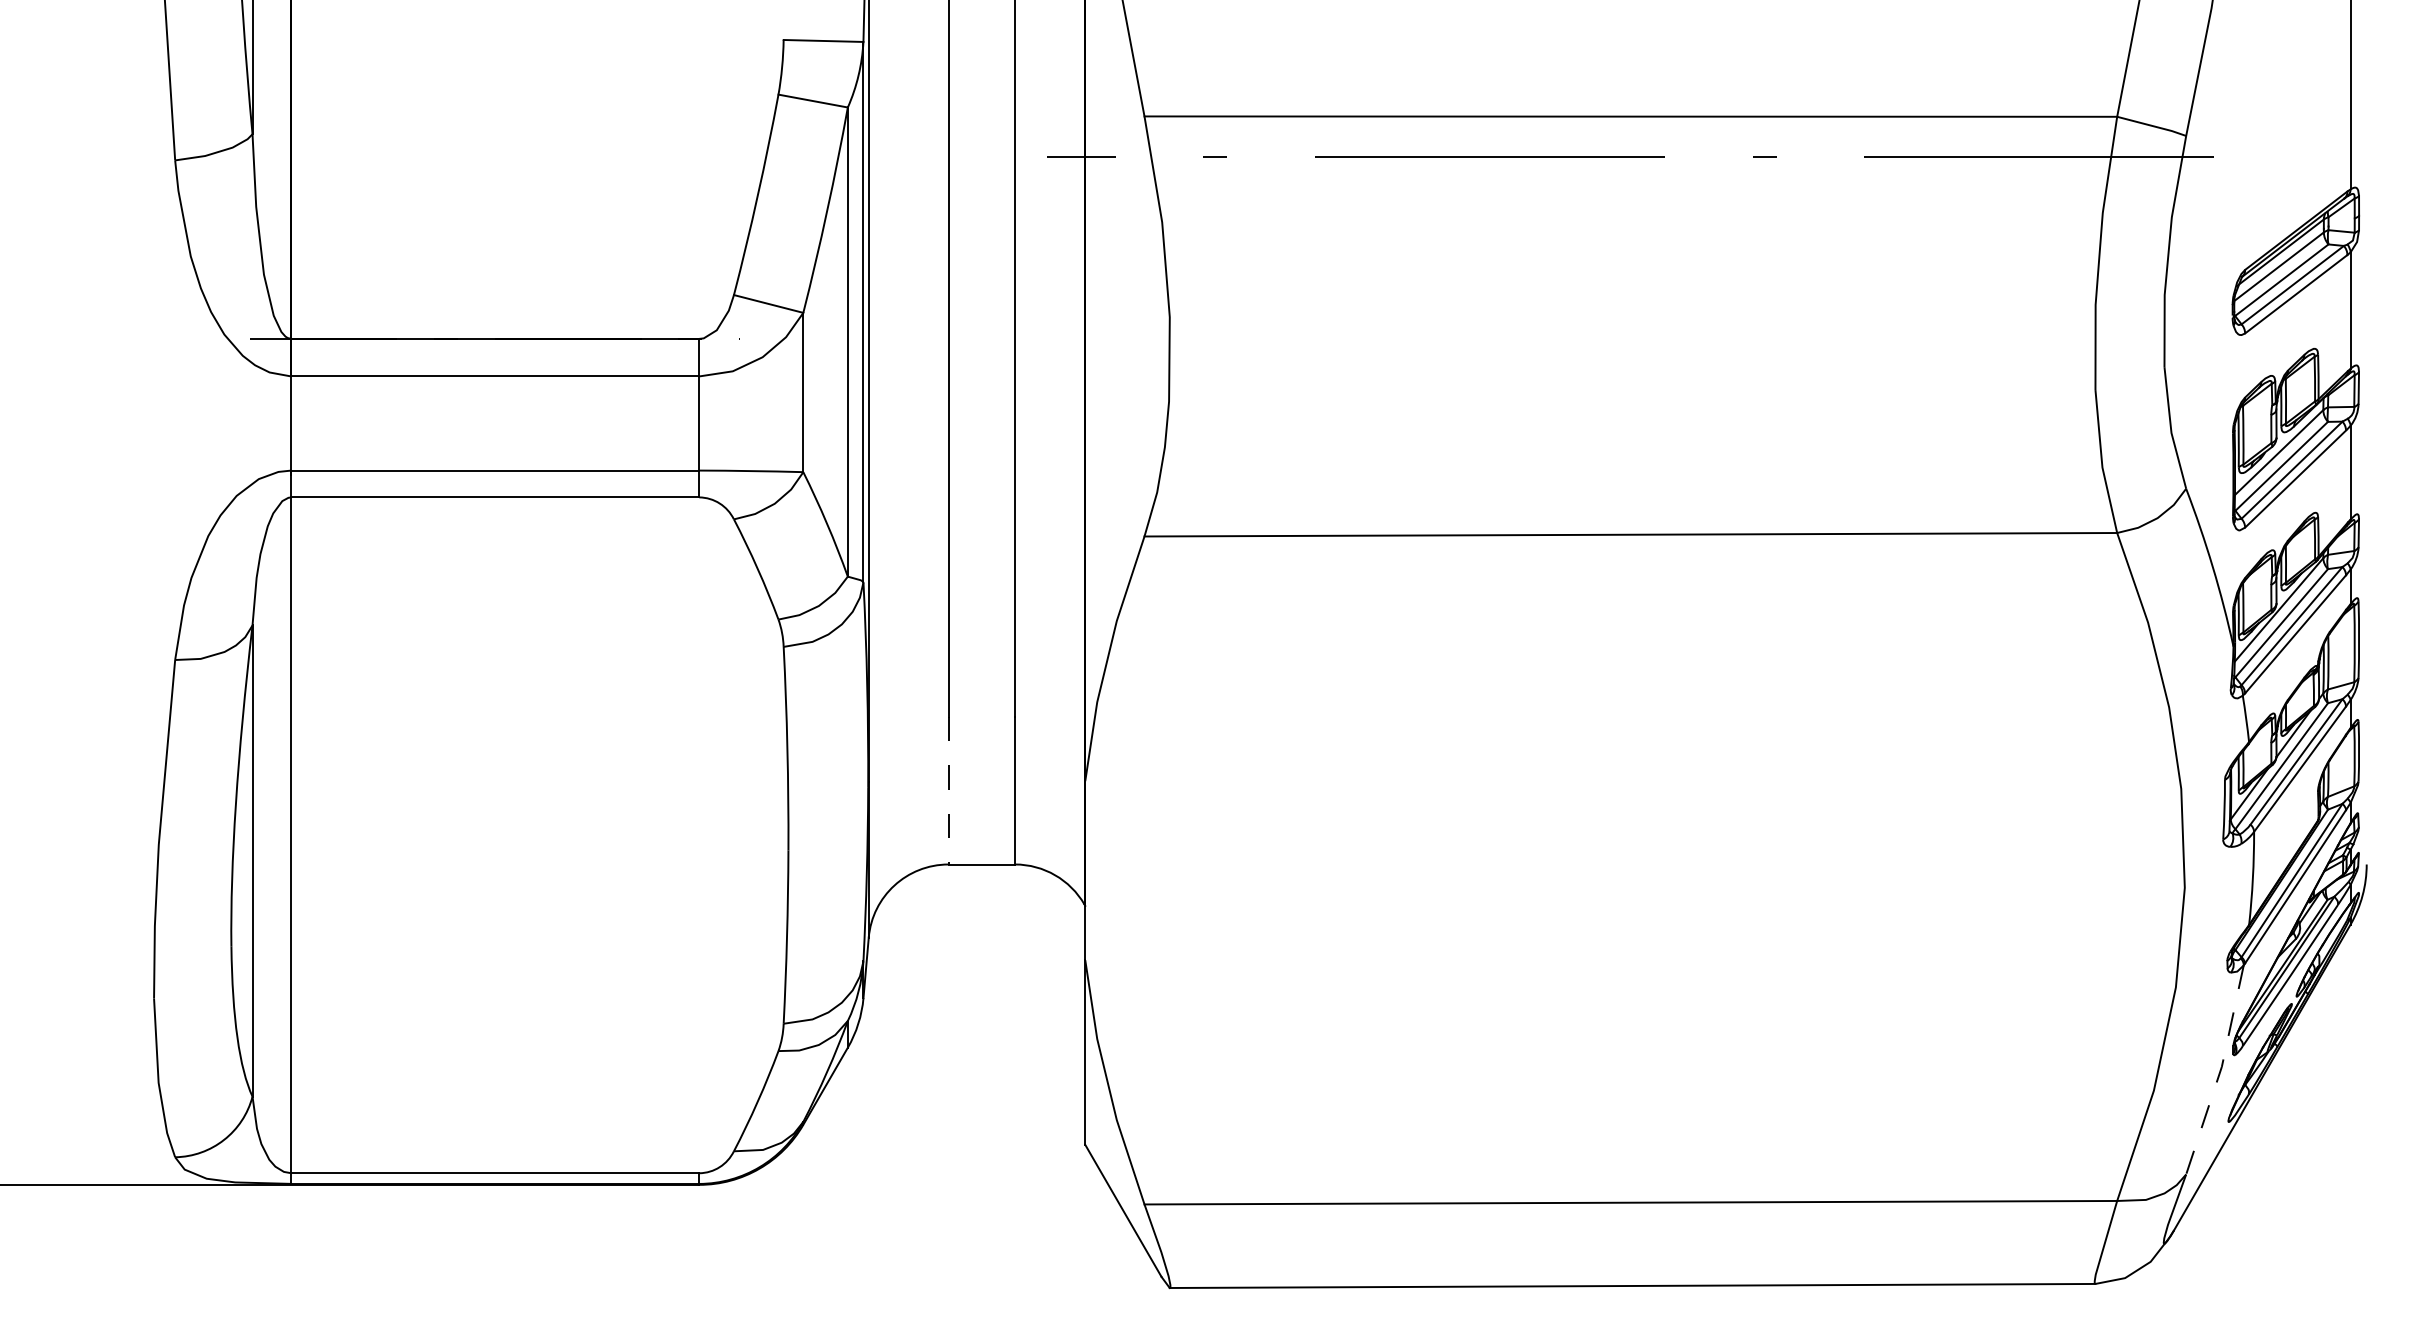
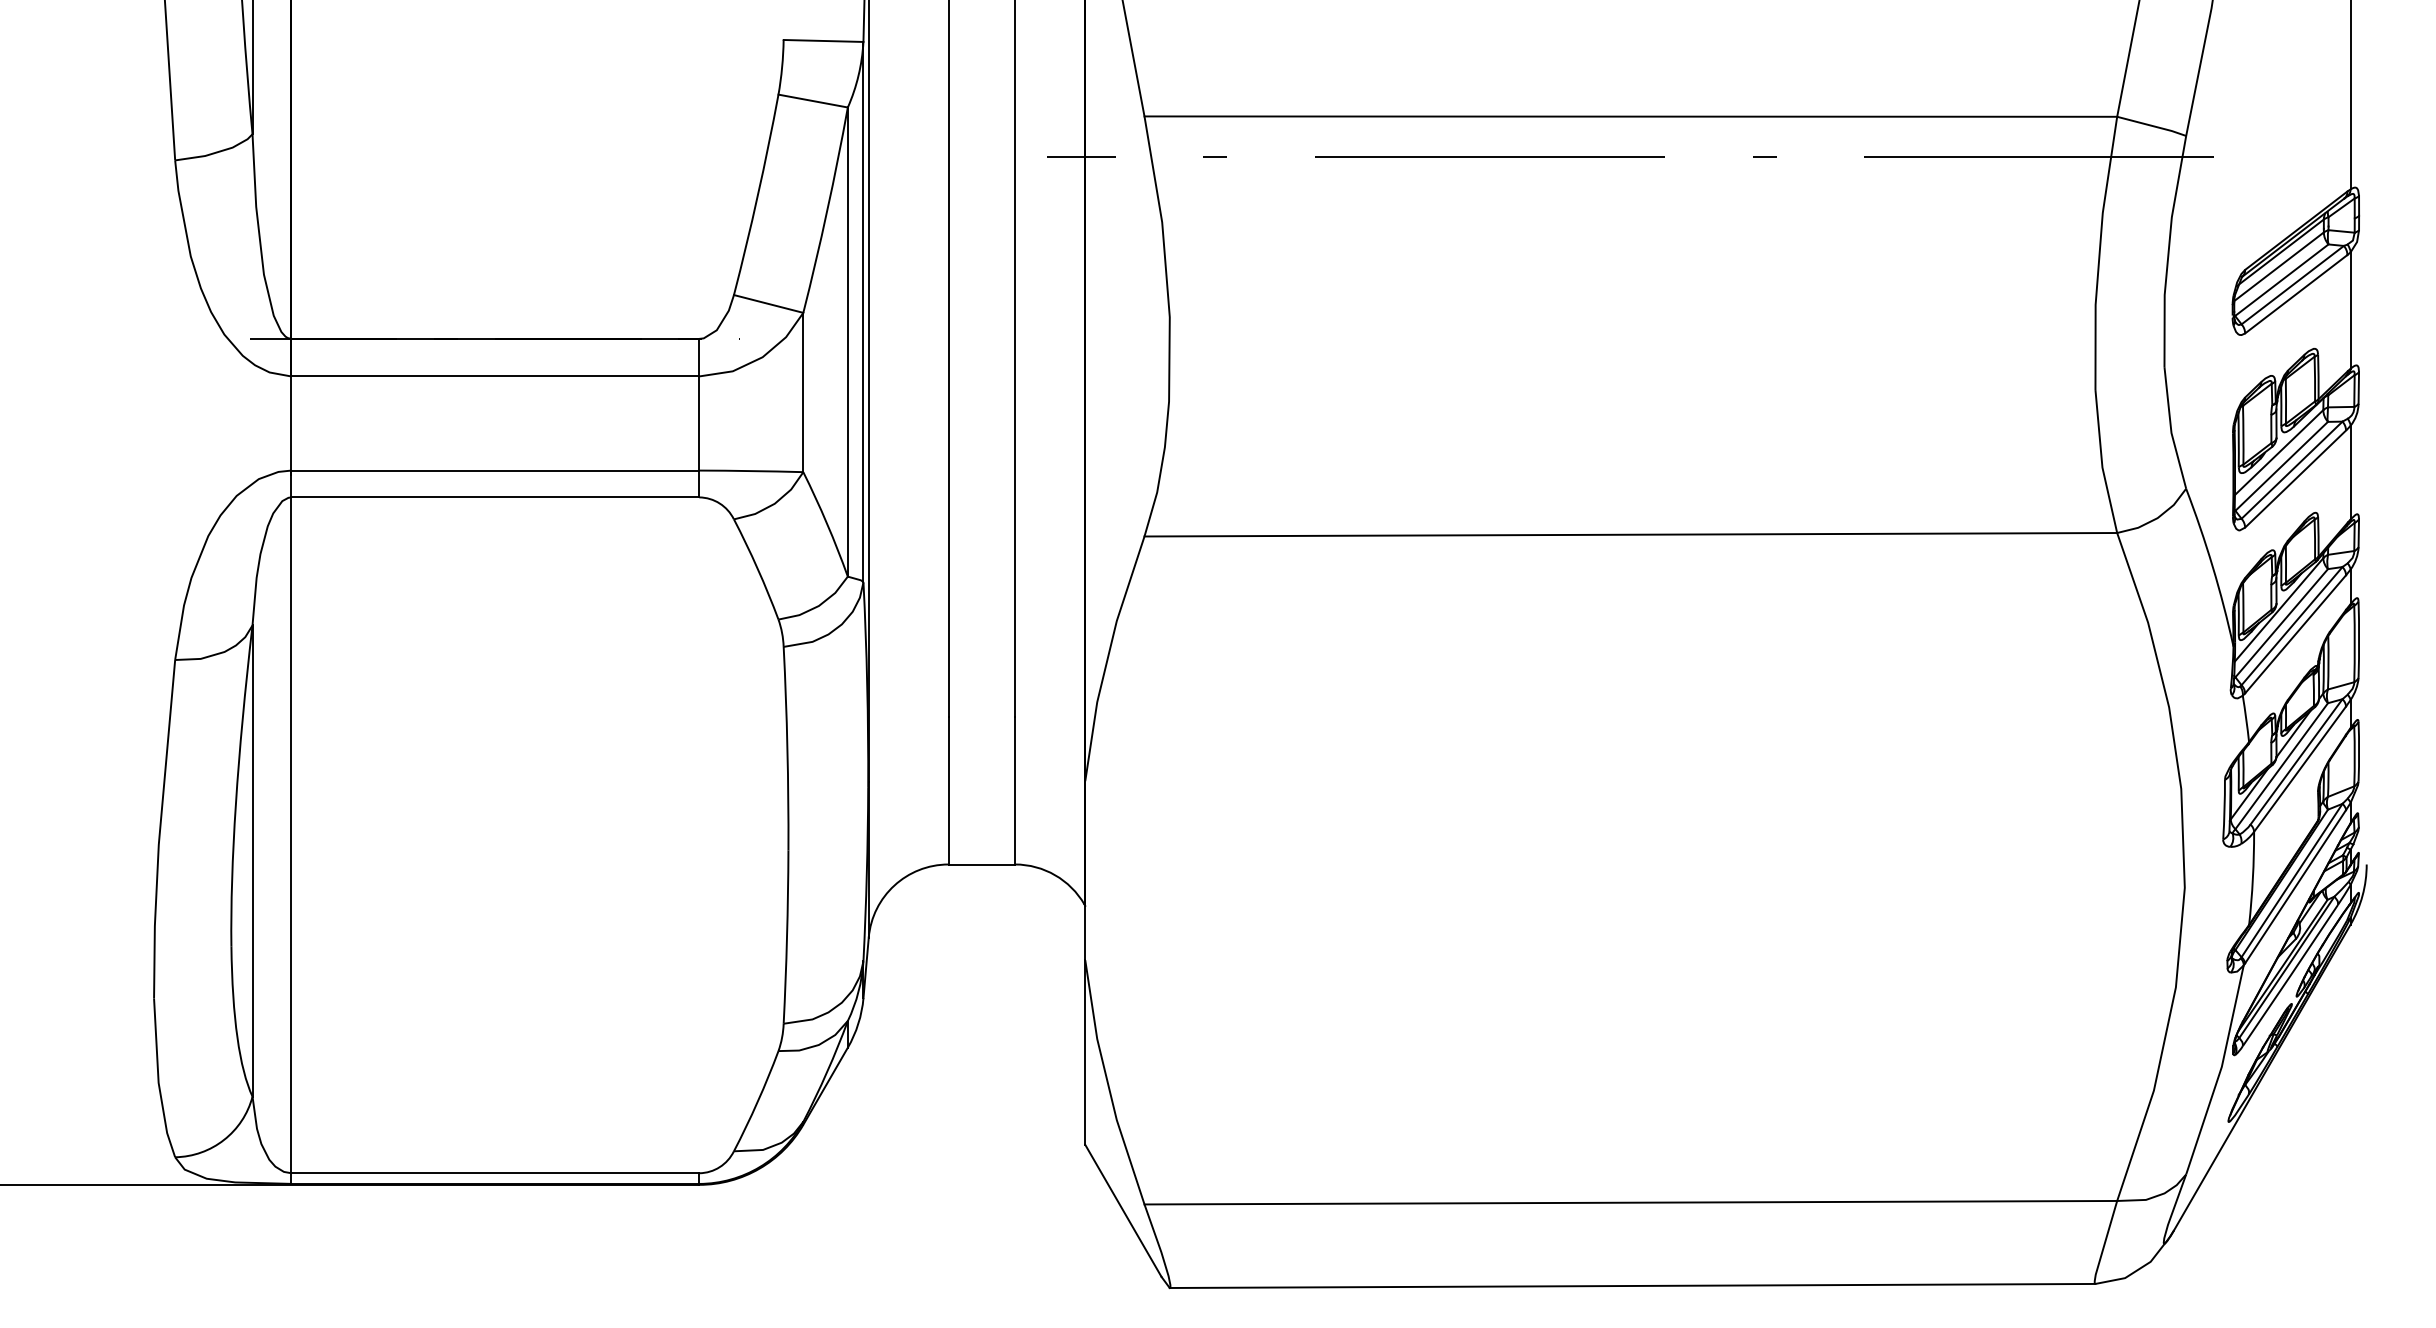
line at (948, 790): dashed -> solid
line at (2220, 1071): dashed -> solid
